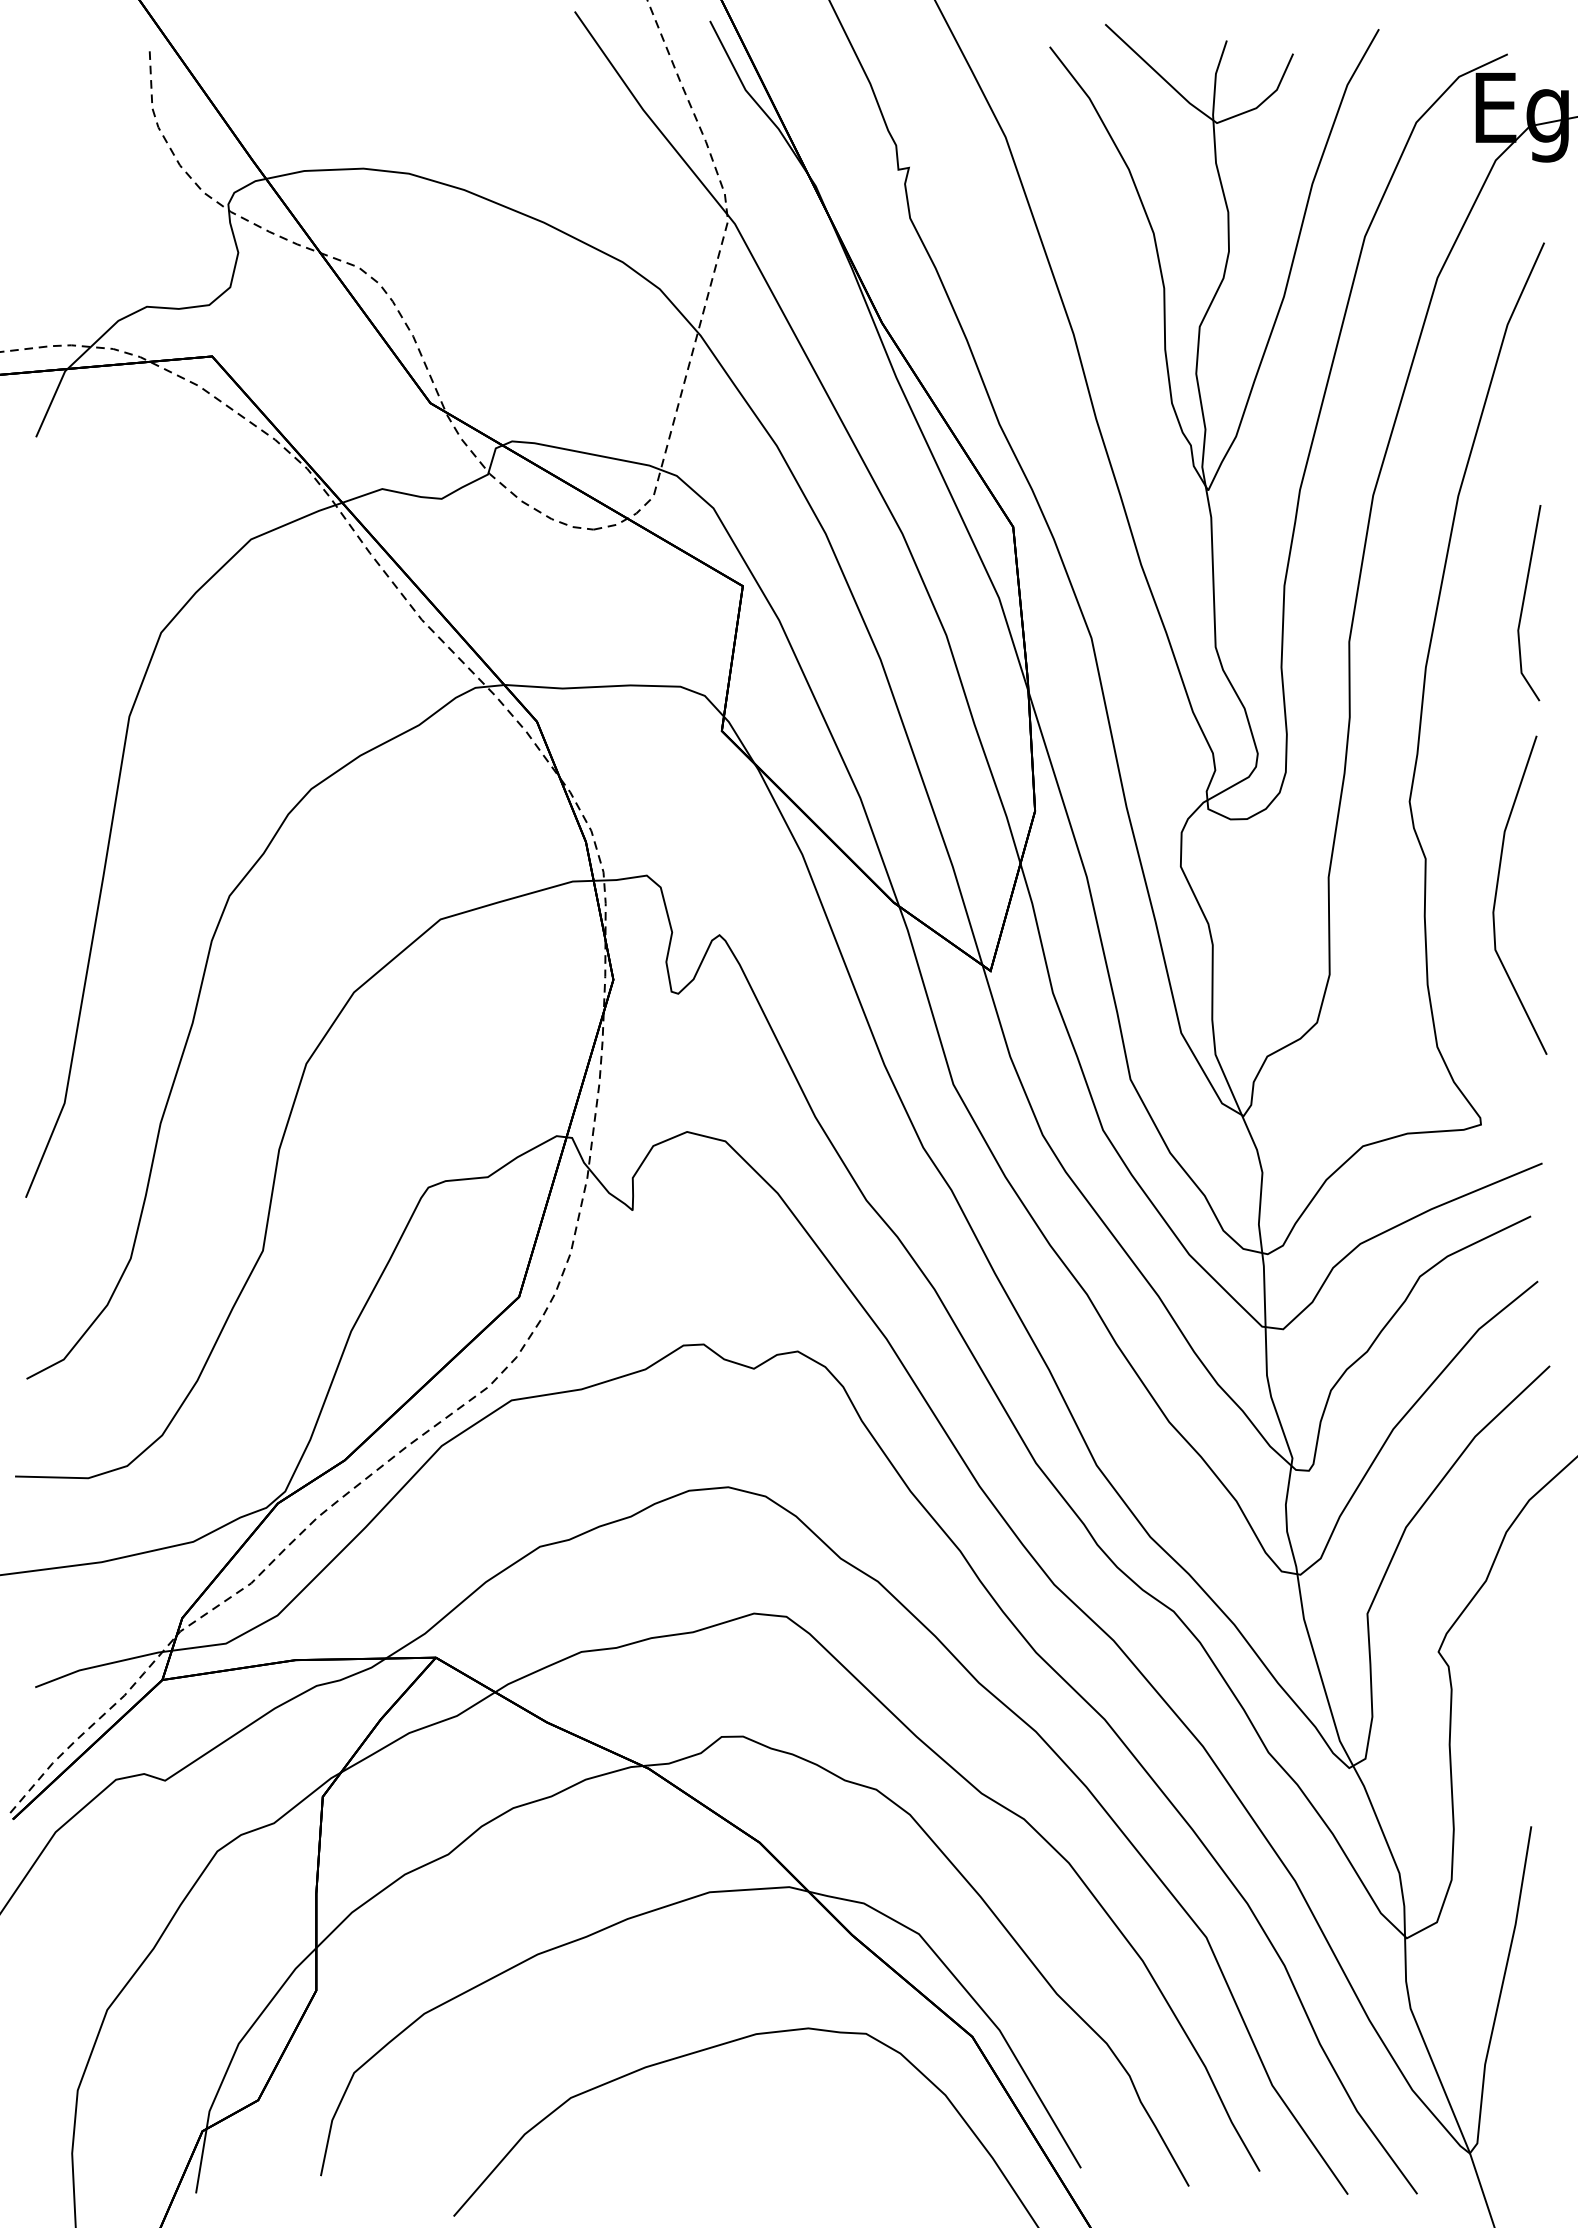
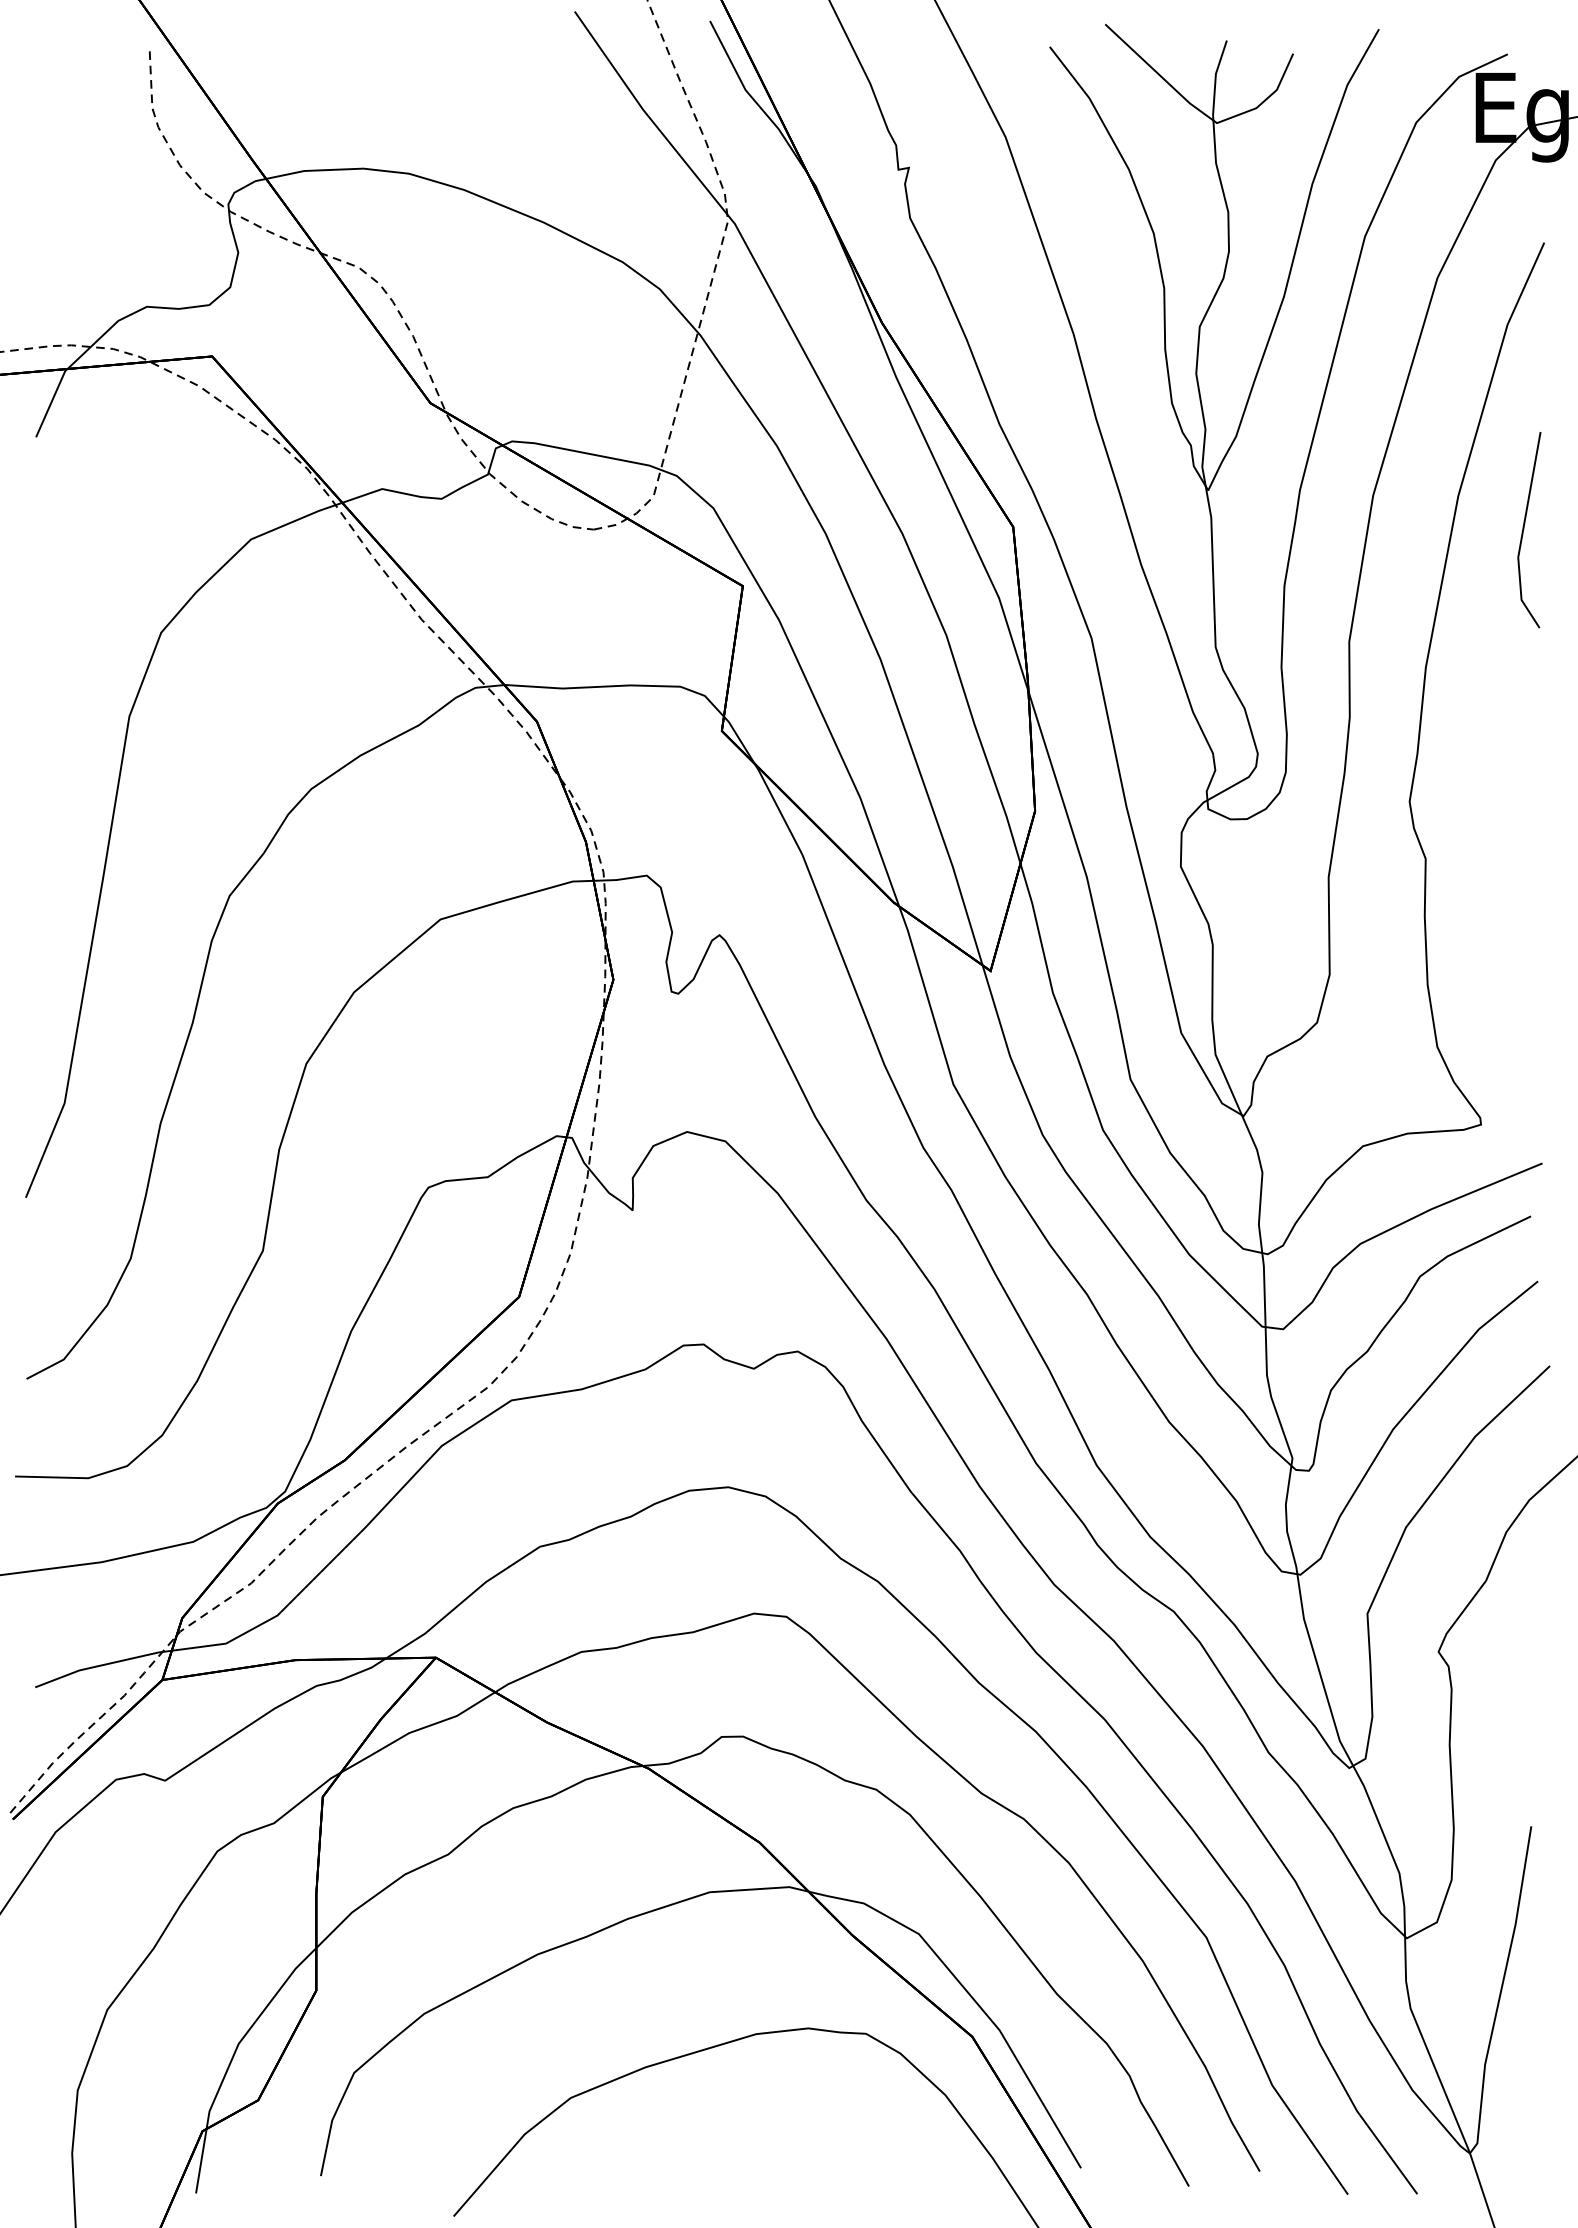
line at (1524, 602) position: (1524, 602) -> (1524, 529)
line at (1497, 892): present -> none
